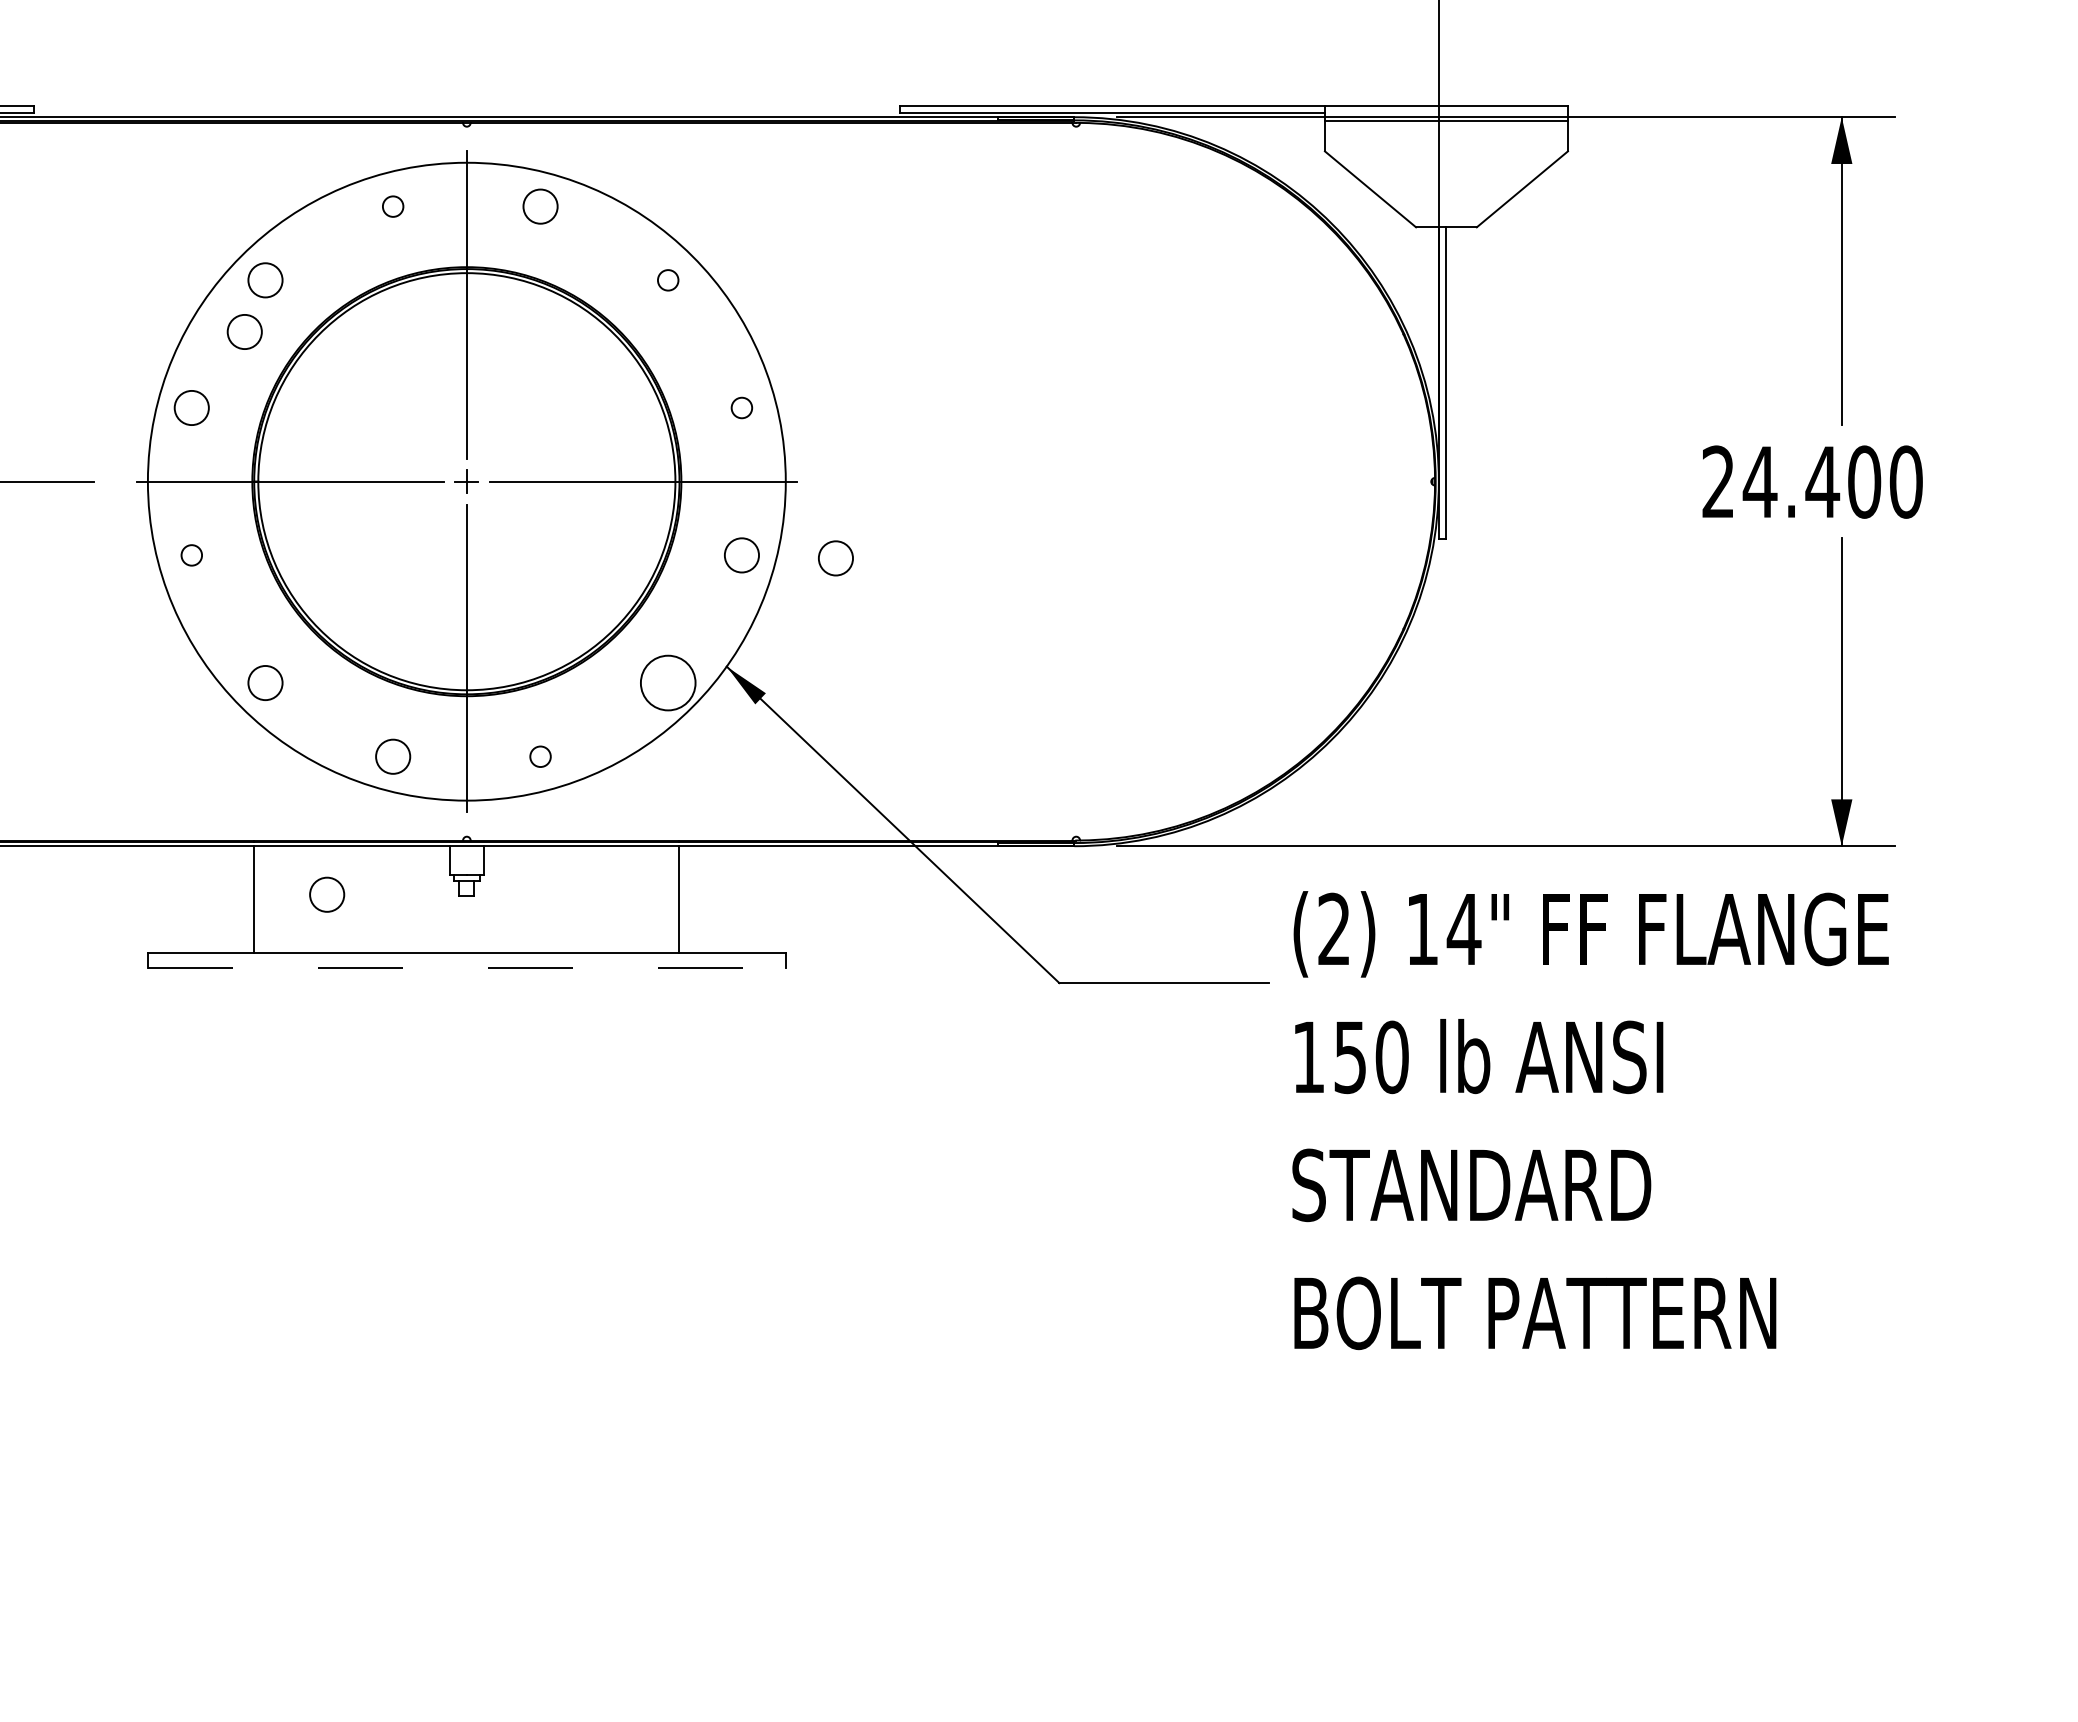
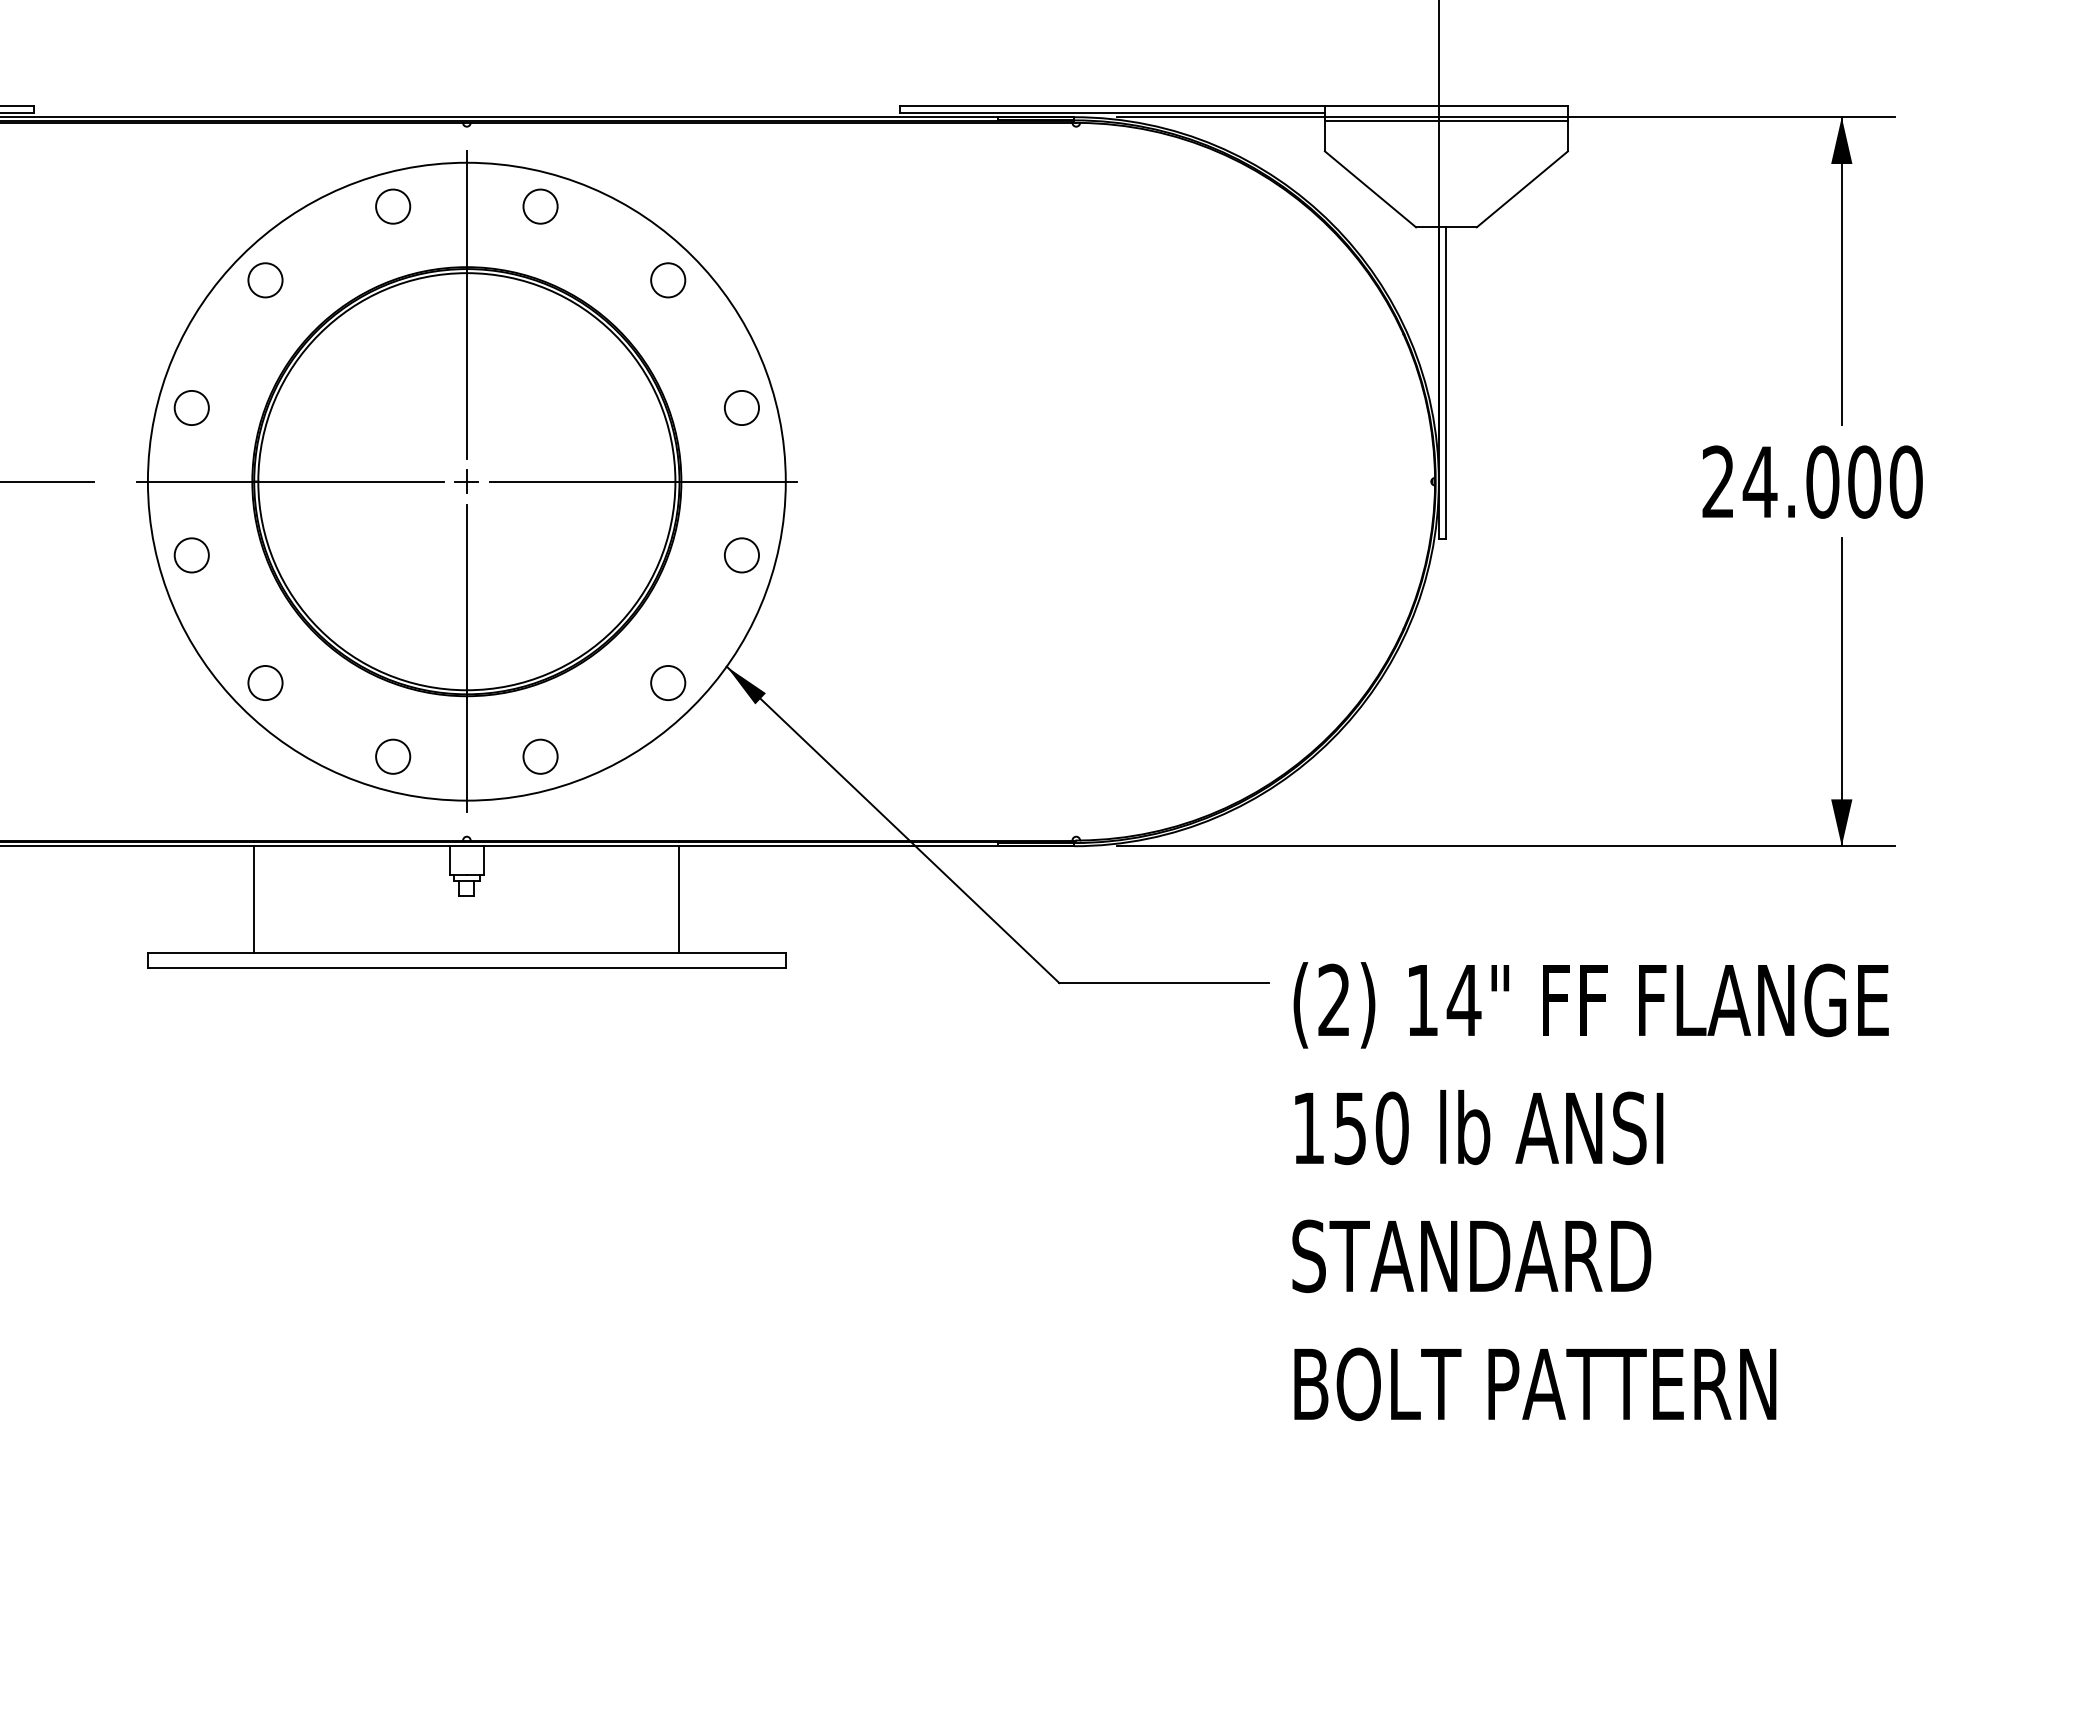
circle at (392, 206) diameter: 21 px -> 34 px
circle at (667, 280) diameter: 21 px -> 34 px
circle at (244, 331): present -> none
circle at (741, 407) diameter: 21 px -> 34 px
text at (1822, 481): 24.400 -> 24.000
circle at (191, 555) diameter: 21 px -> 34 px
circle at (835, 558): present -> none
circle at (667, 682) diameter: 55 px -> 34 px
circle at (540, 756) diameter: 21 px -> 34 px
circle at (327, 894): present -> none
line at (466, 967): dashed -> solid
text at (1590, 1120) position: (1590, 1120) -> (1590, 1191)
